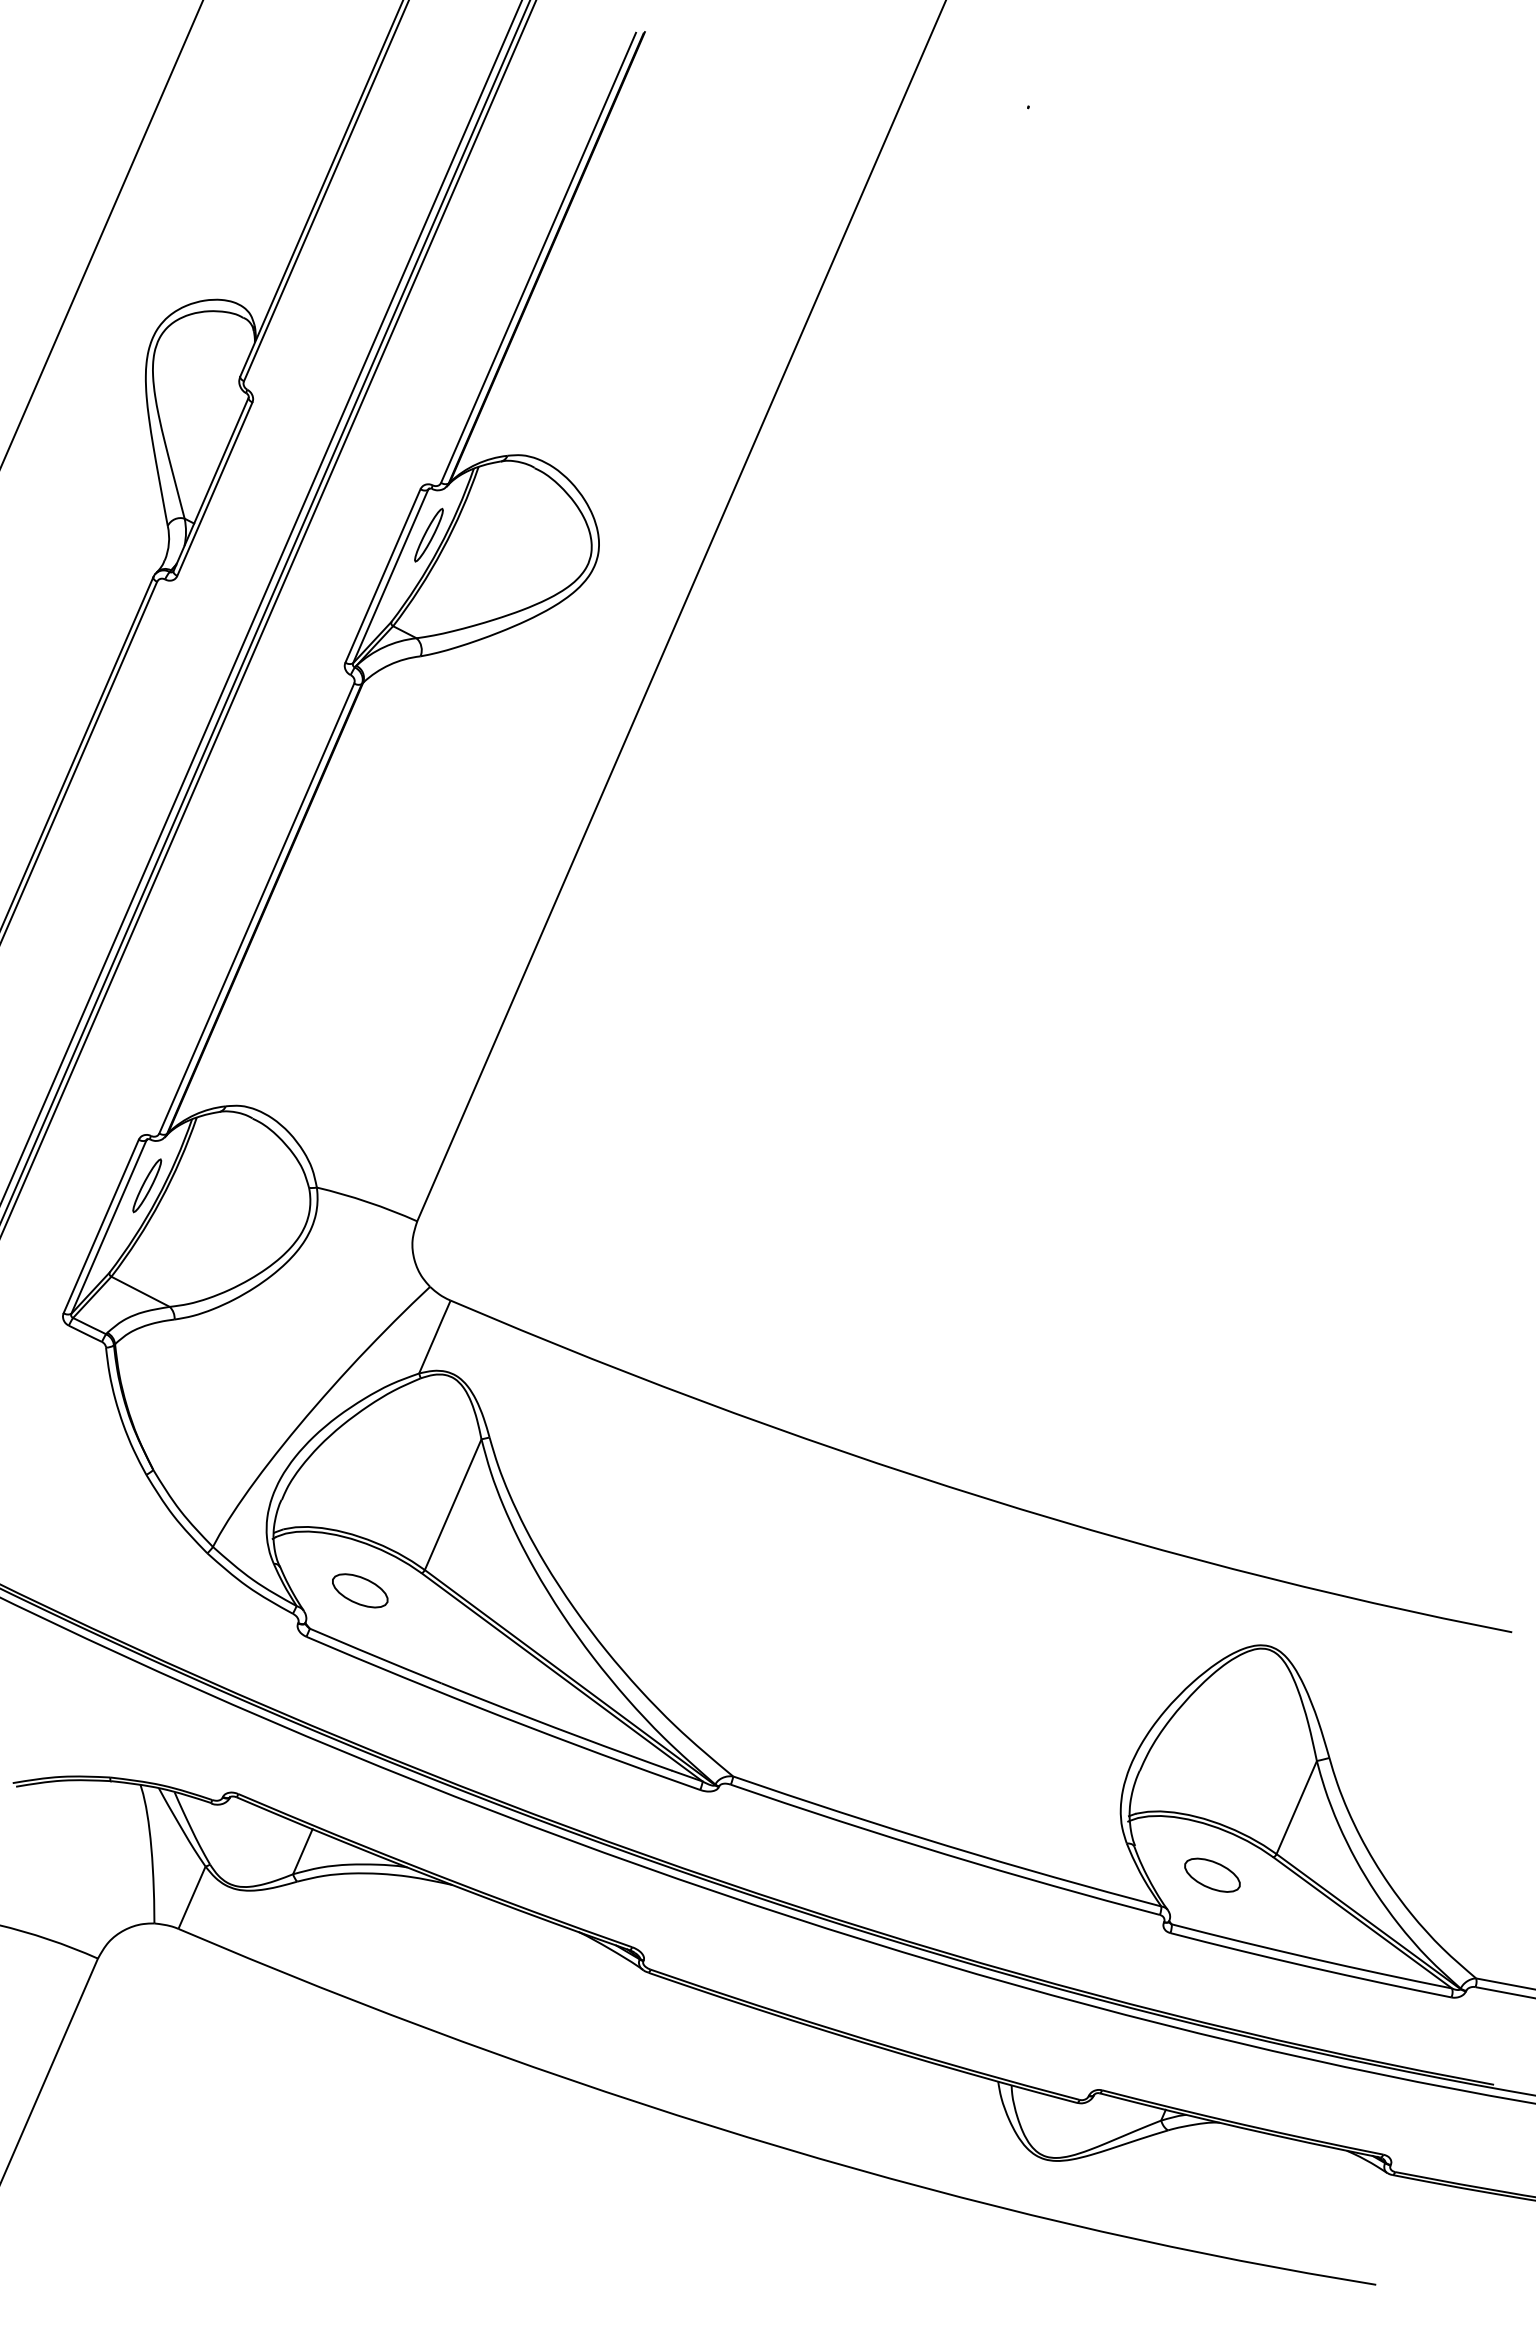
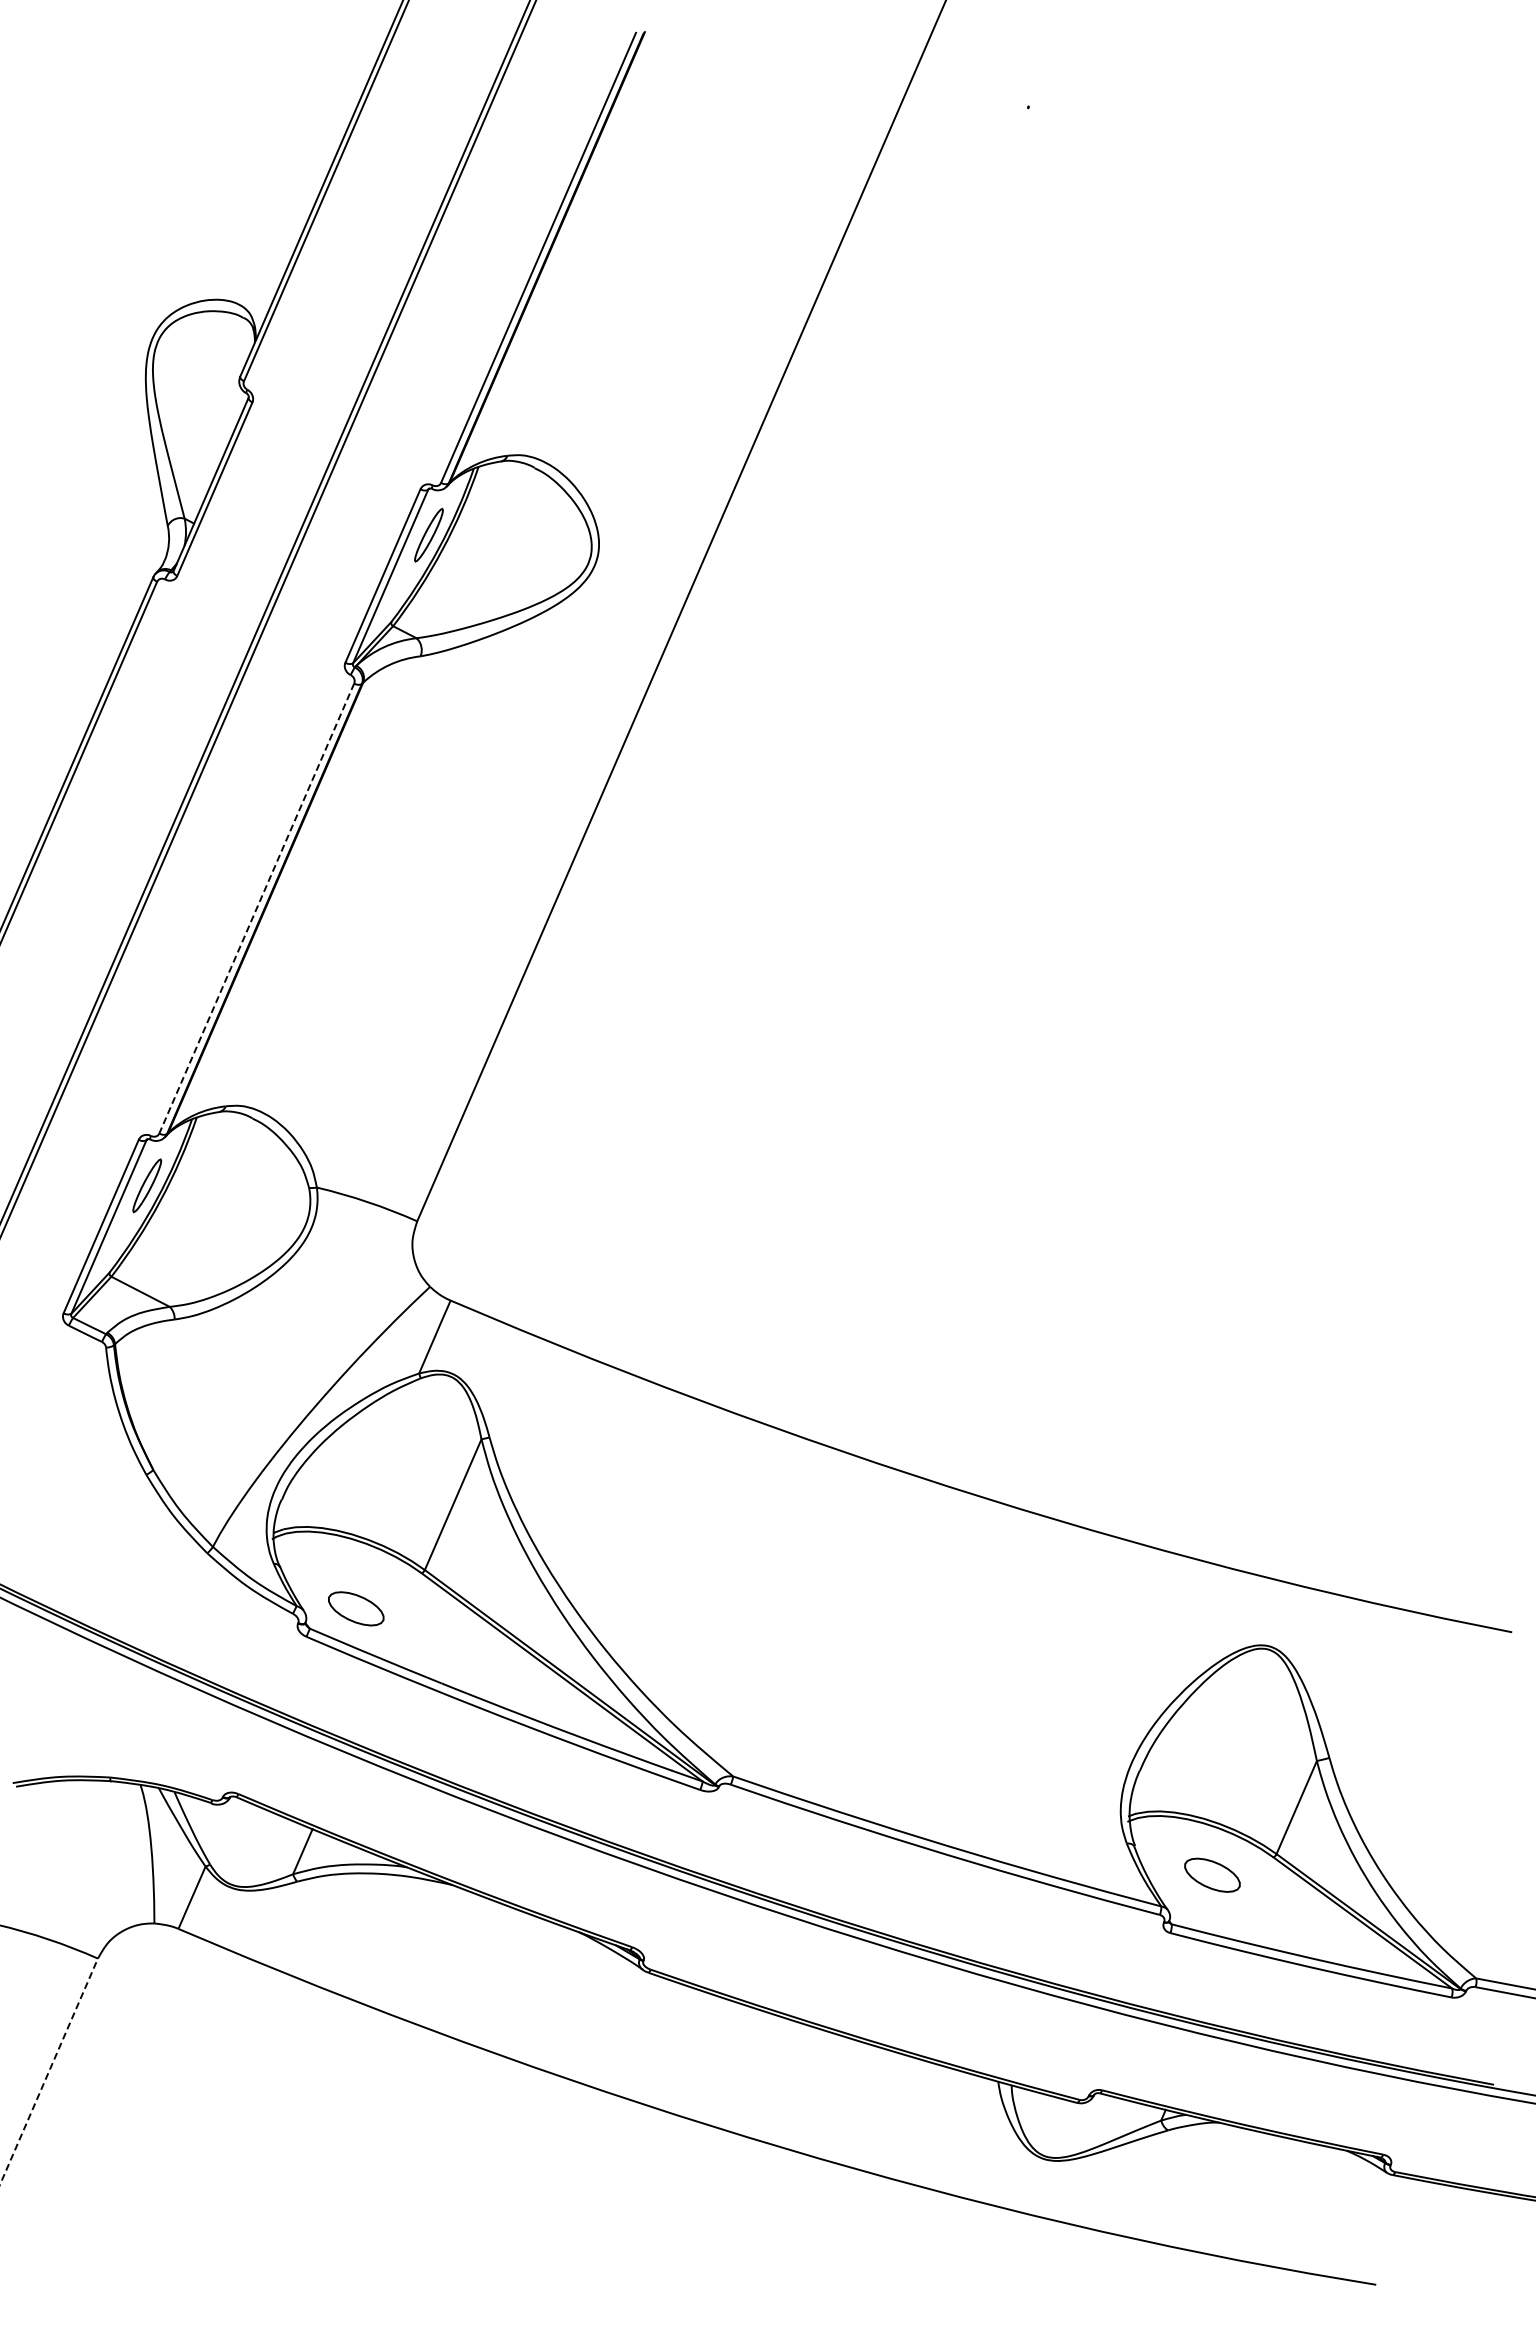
line at (102, 233): present -> none
line at (261, 601): present -> none
line at (256, 908): solid -> dashed
part at (360, 1590) position: (360, 1590) -> (356, 1608)
line at (49, 2071): solid -> dashed
